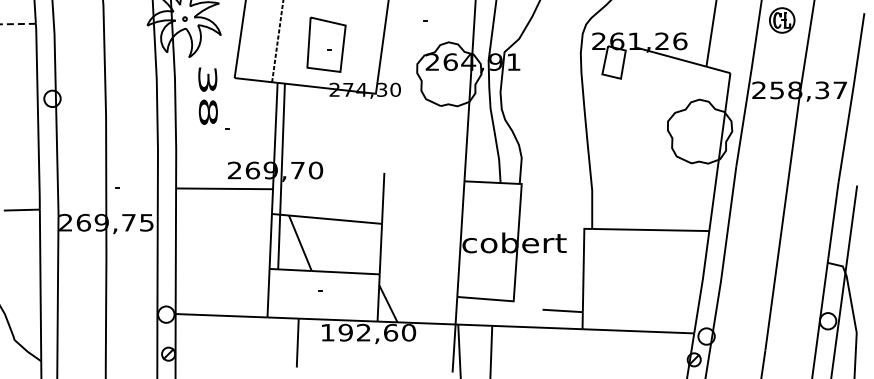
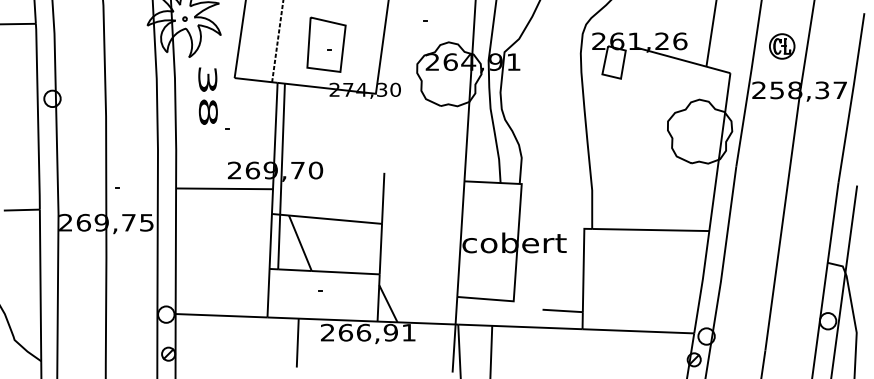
part at (782, 20) position: (782, 20) -> (782, 46)
line at (18, 24): dashed -> solid
text at (368, 332): 192,60 -> 266,91
